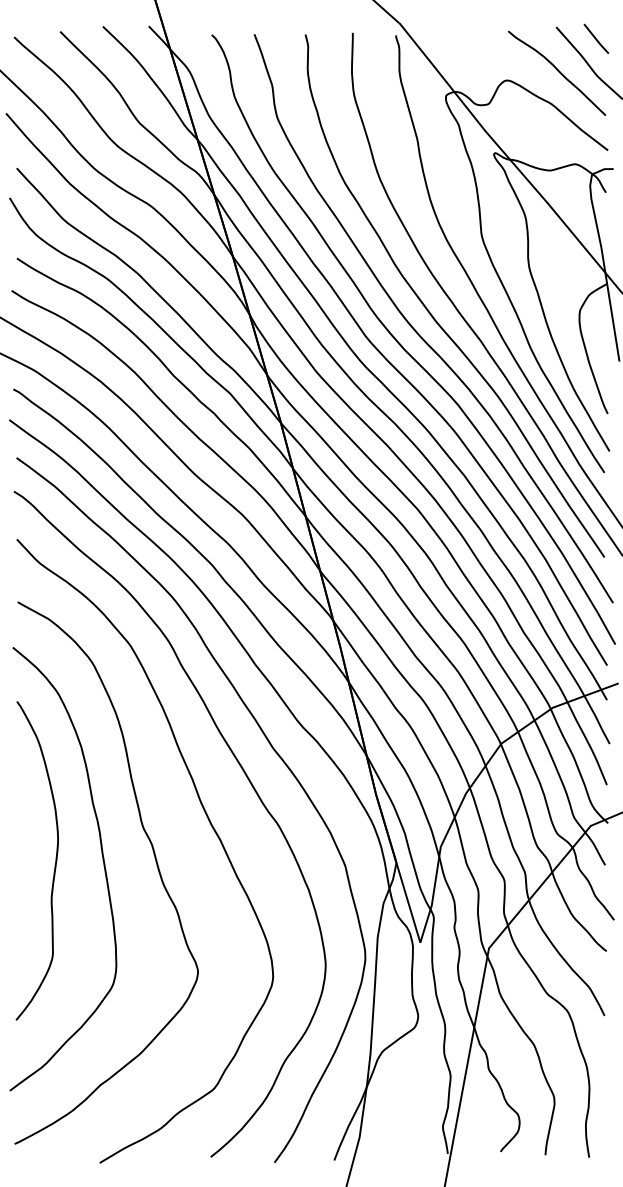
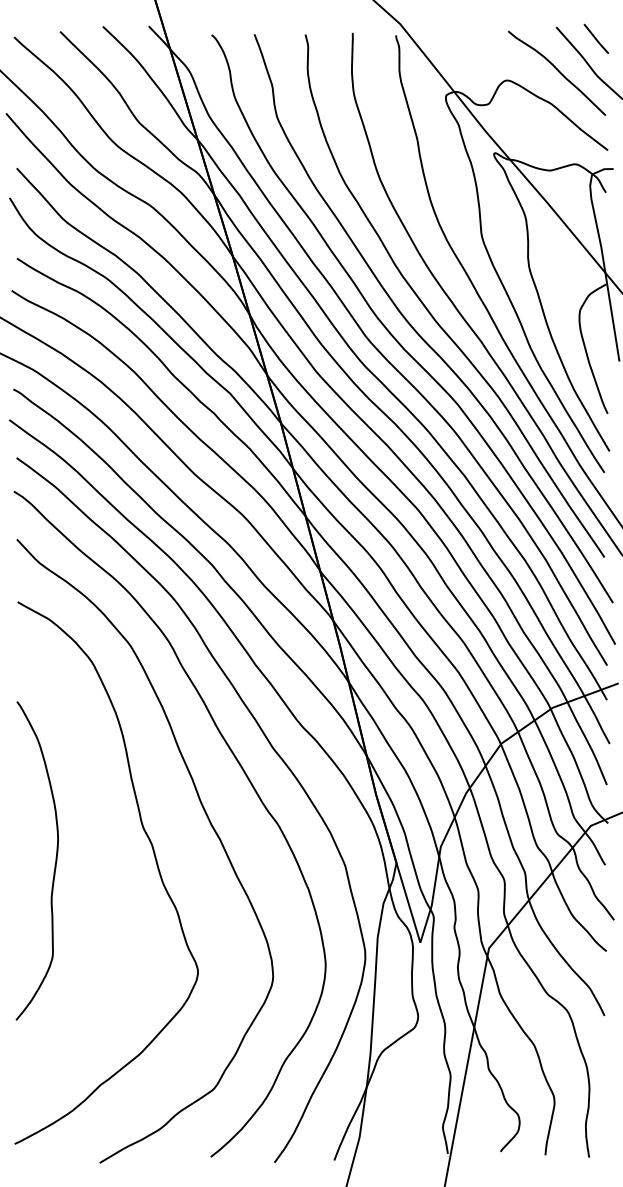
curve at (102, 860): present -> none
